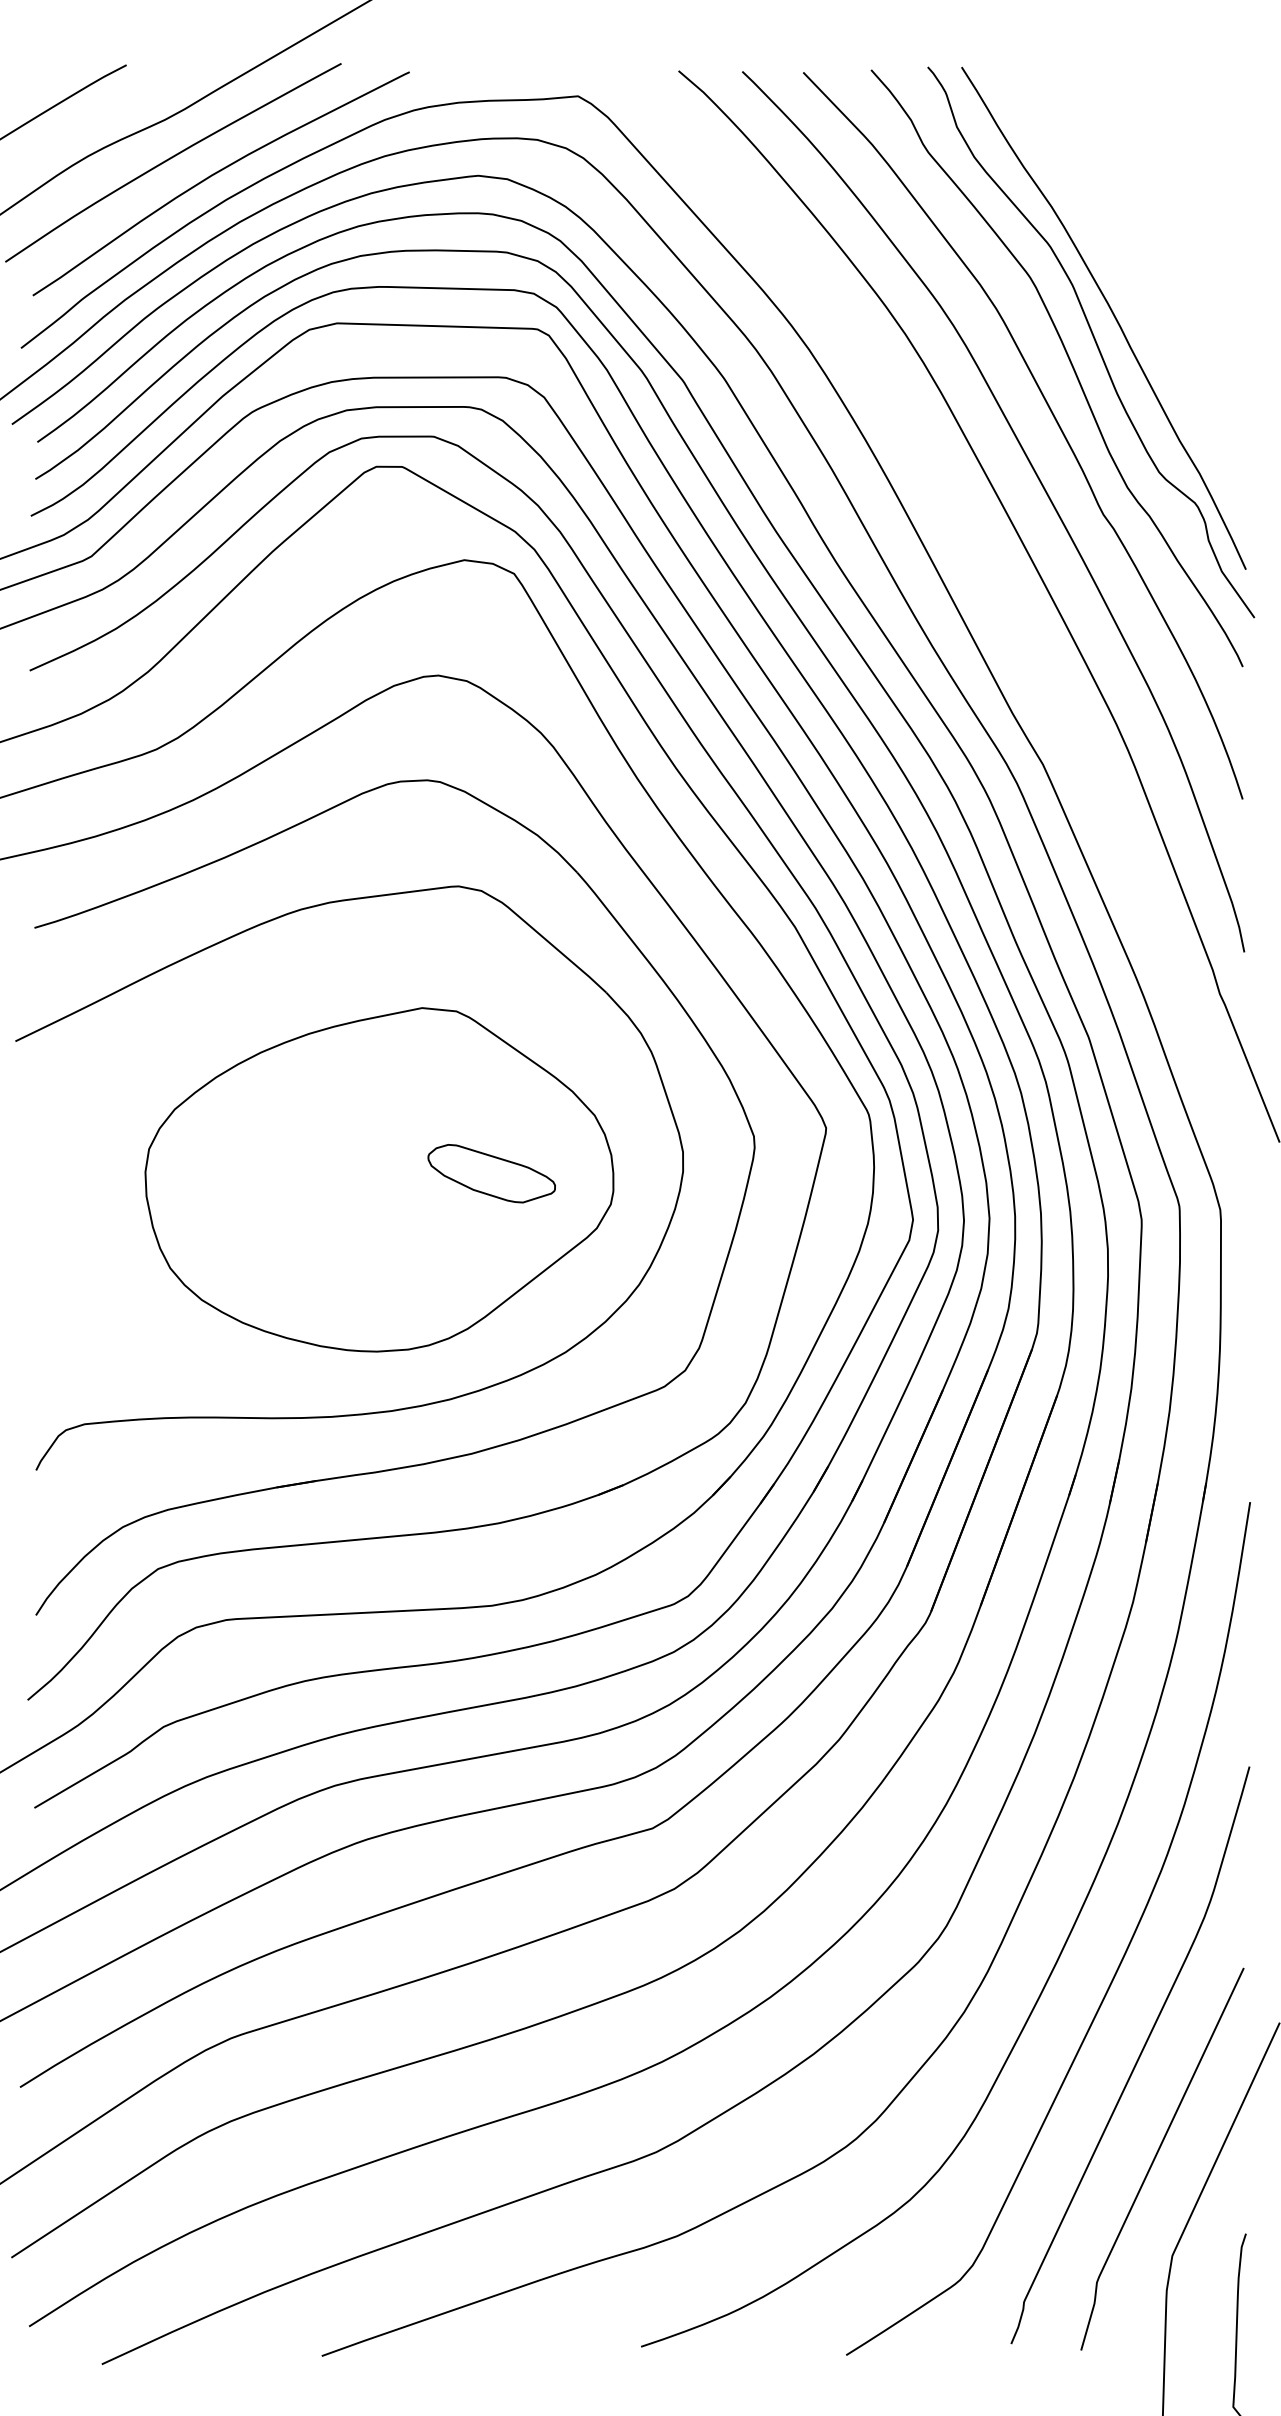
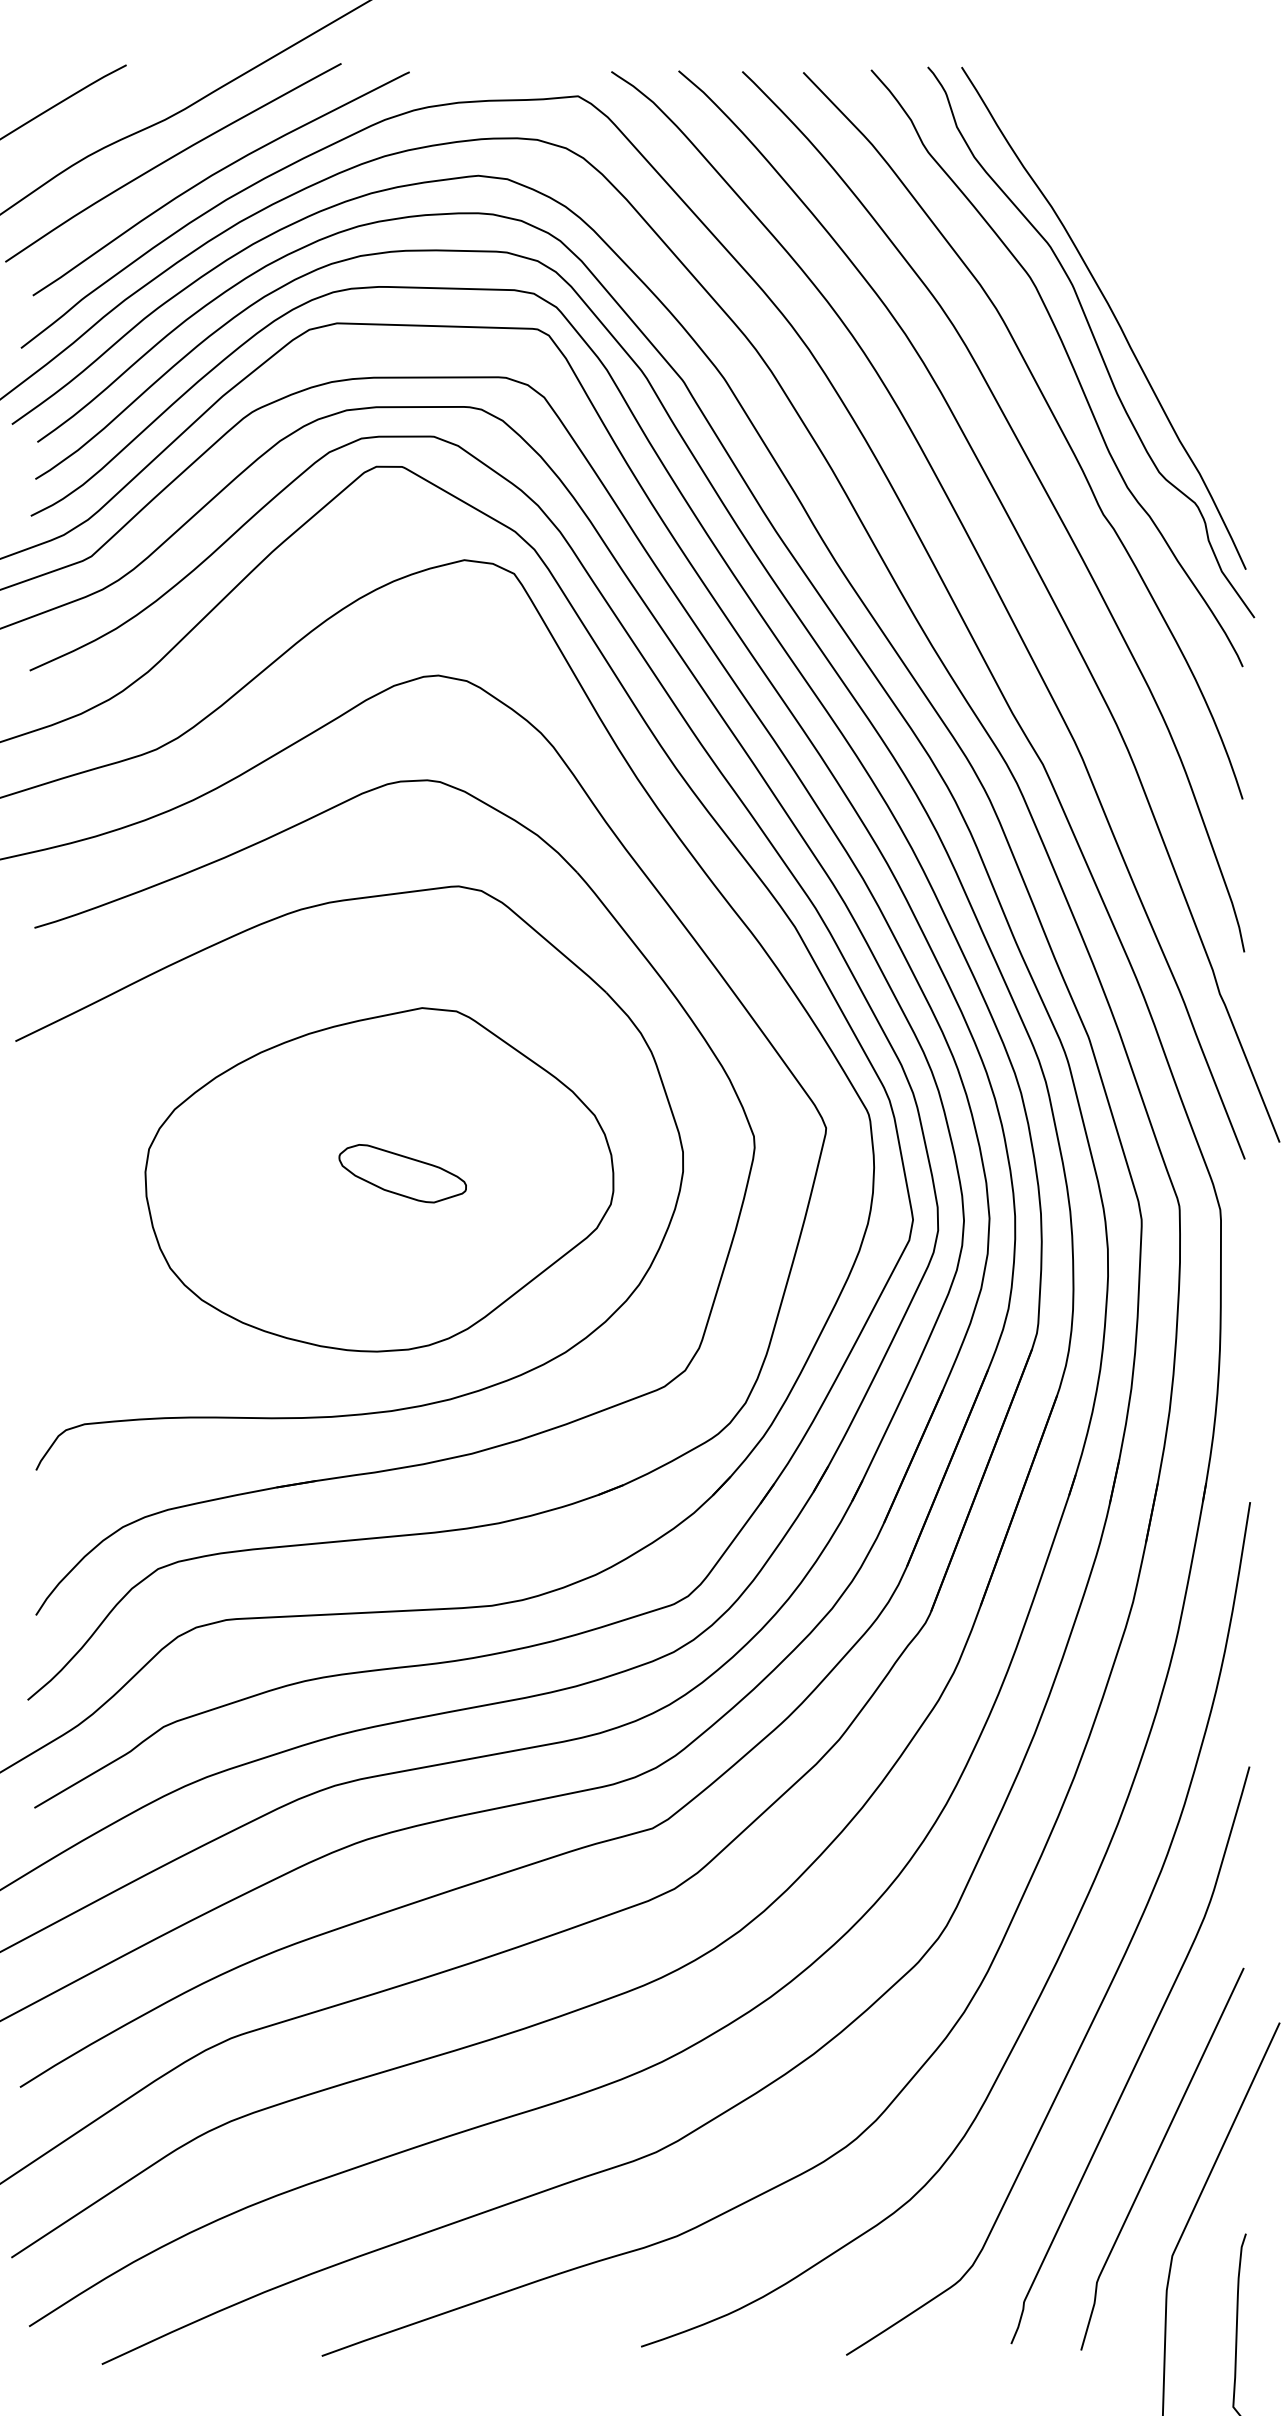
curve at (992, 584): none -> present
part at (491, 1173) position: (491, 1173) -> (402, 1173)
